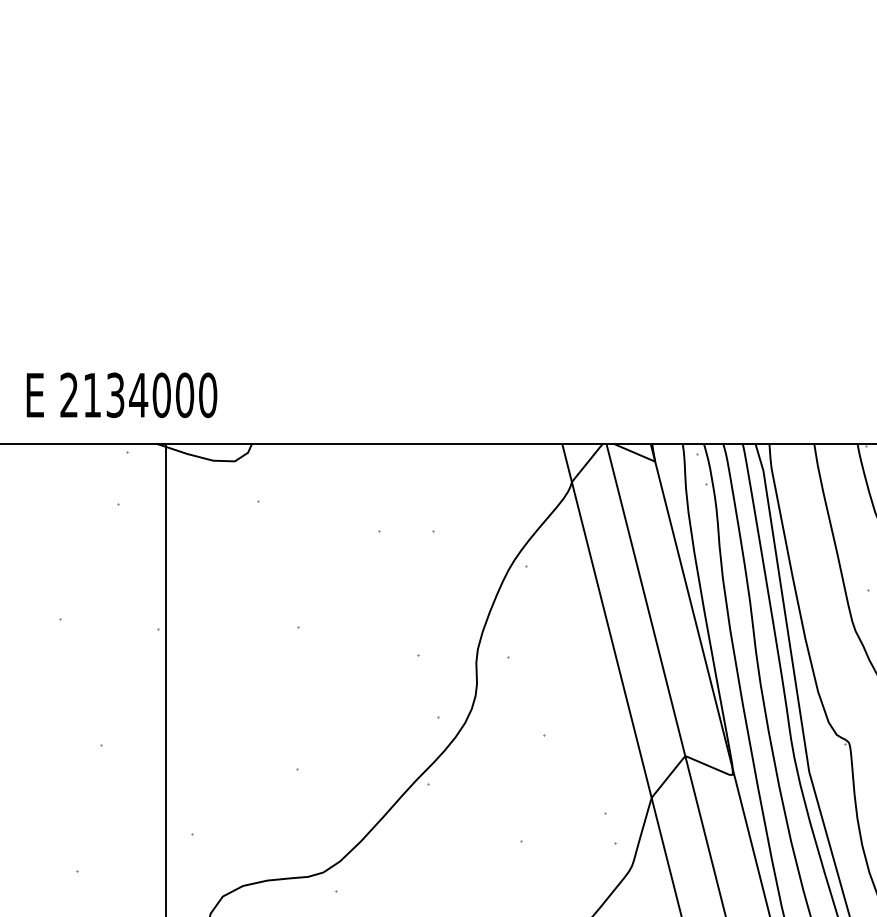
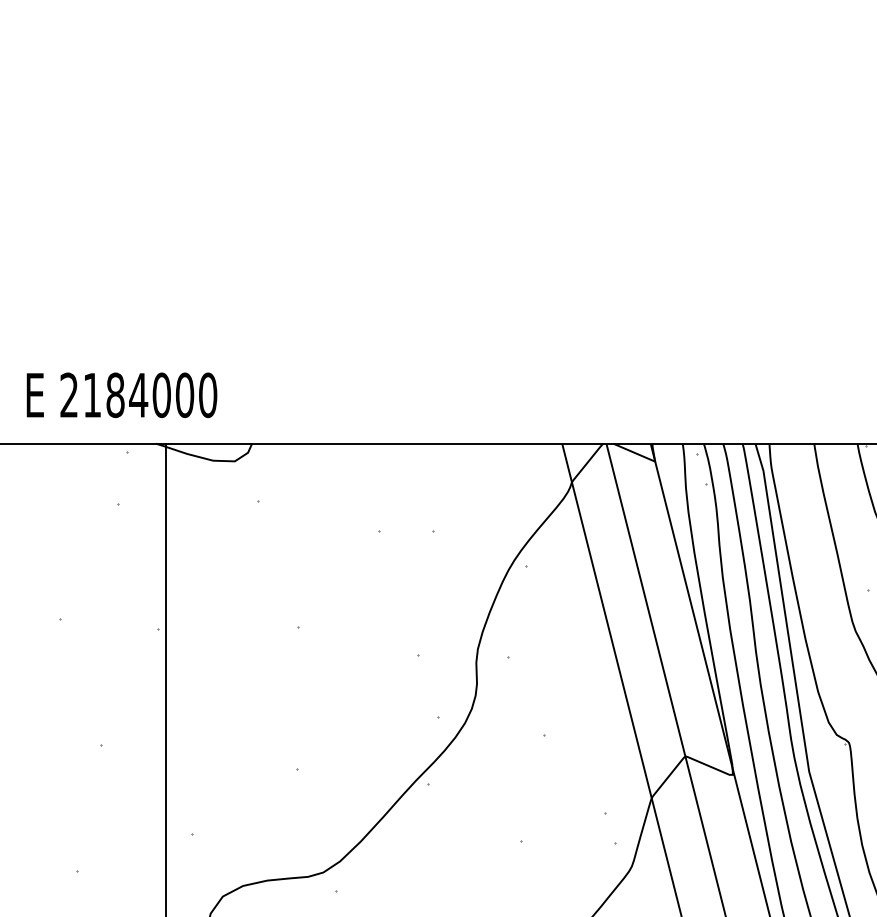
text at (115, 395): 2134000 -> 2184000
